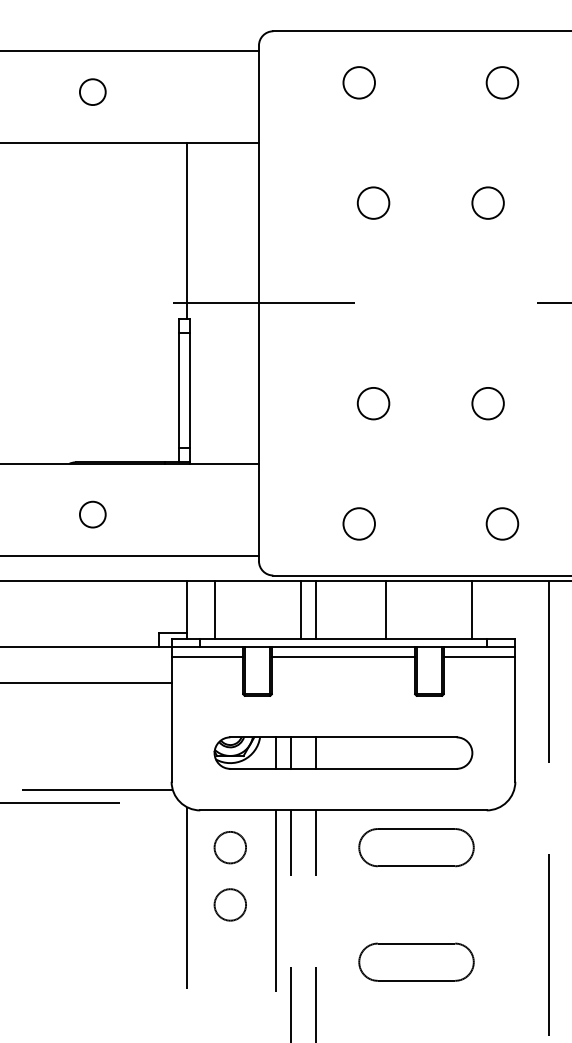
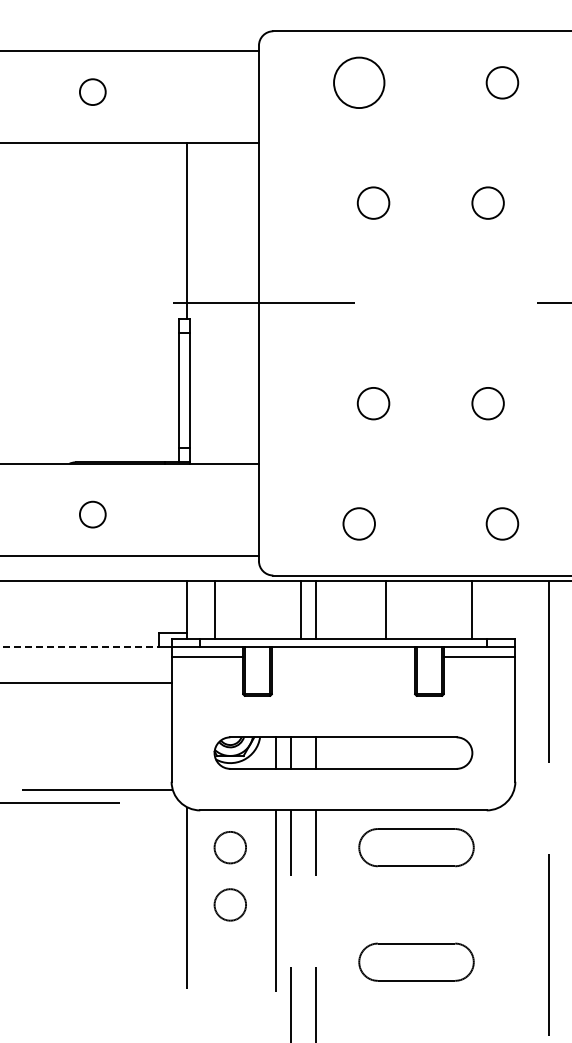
circle at (358, 82) diameter: 32 px -> 50 px
line at (79, 647): solid -> dashed
line at (343, 657): present -> none
